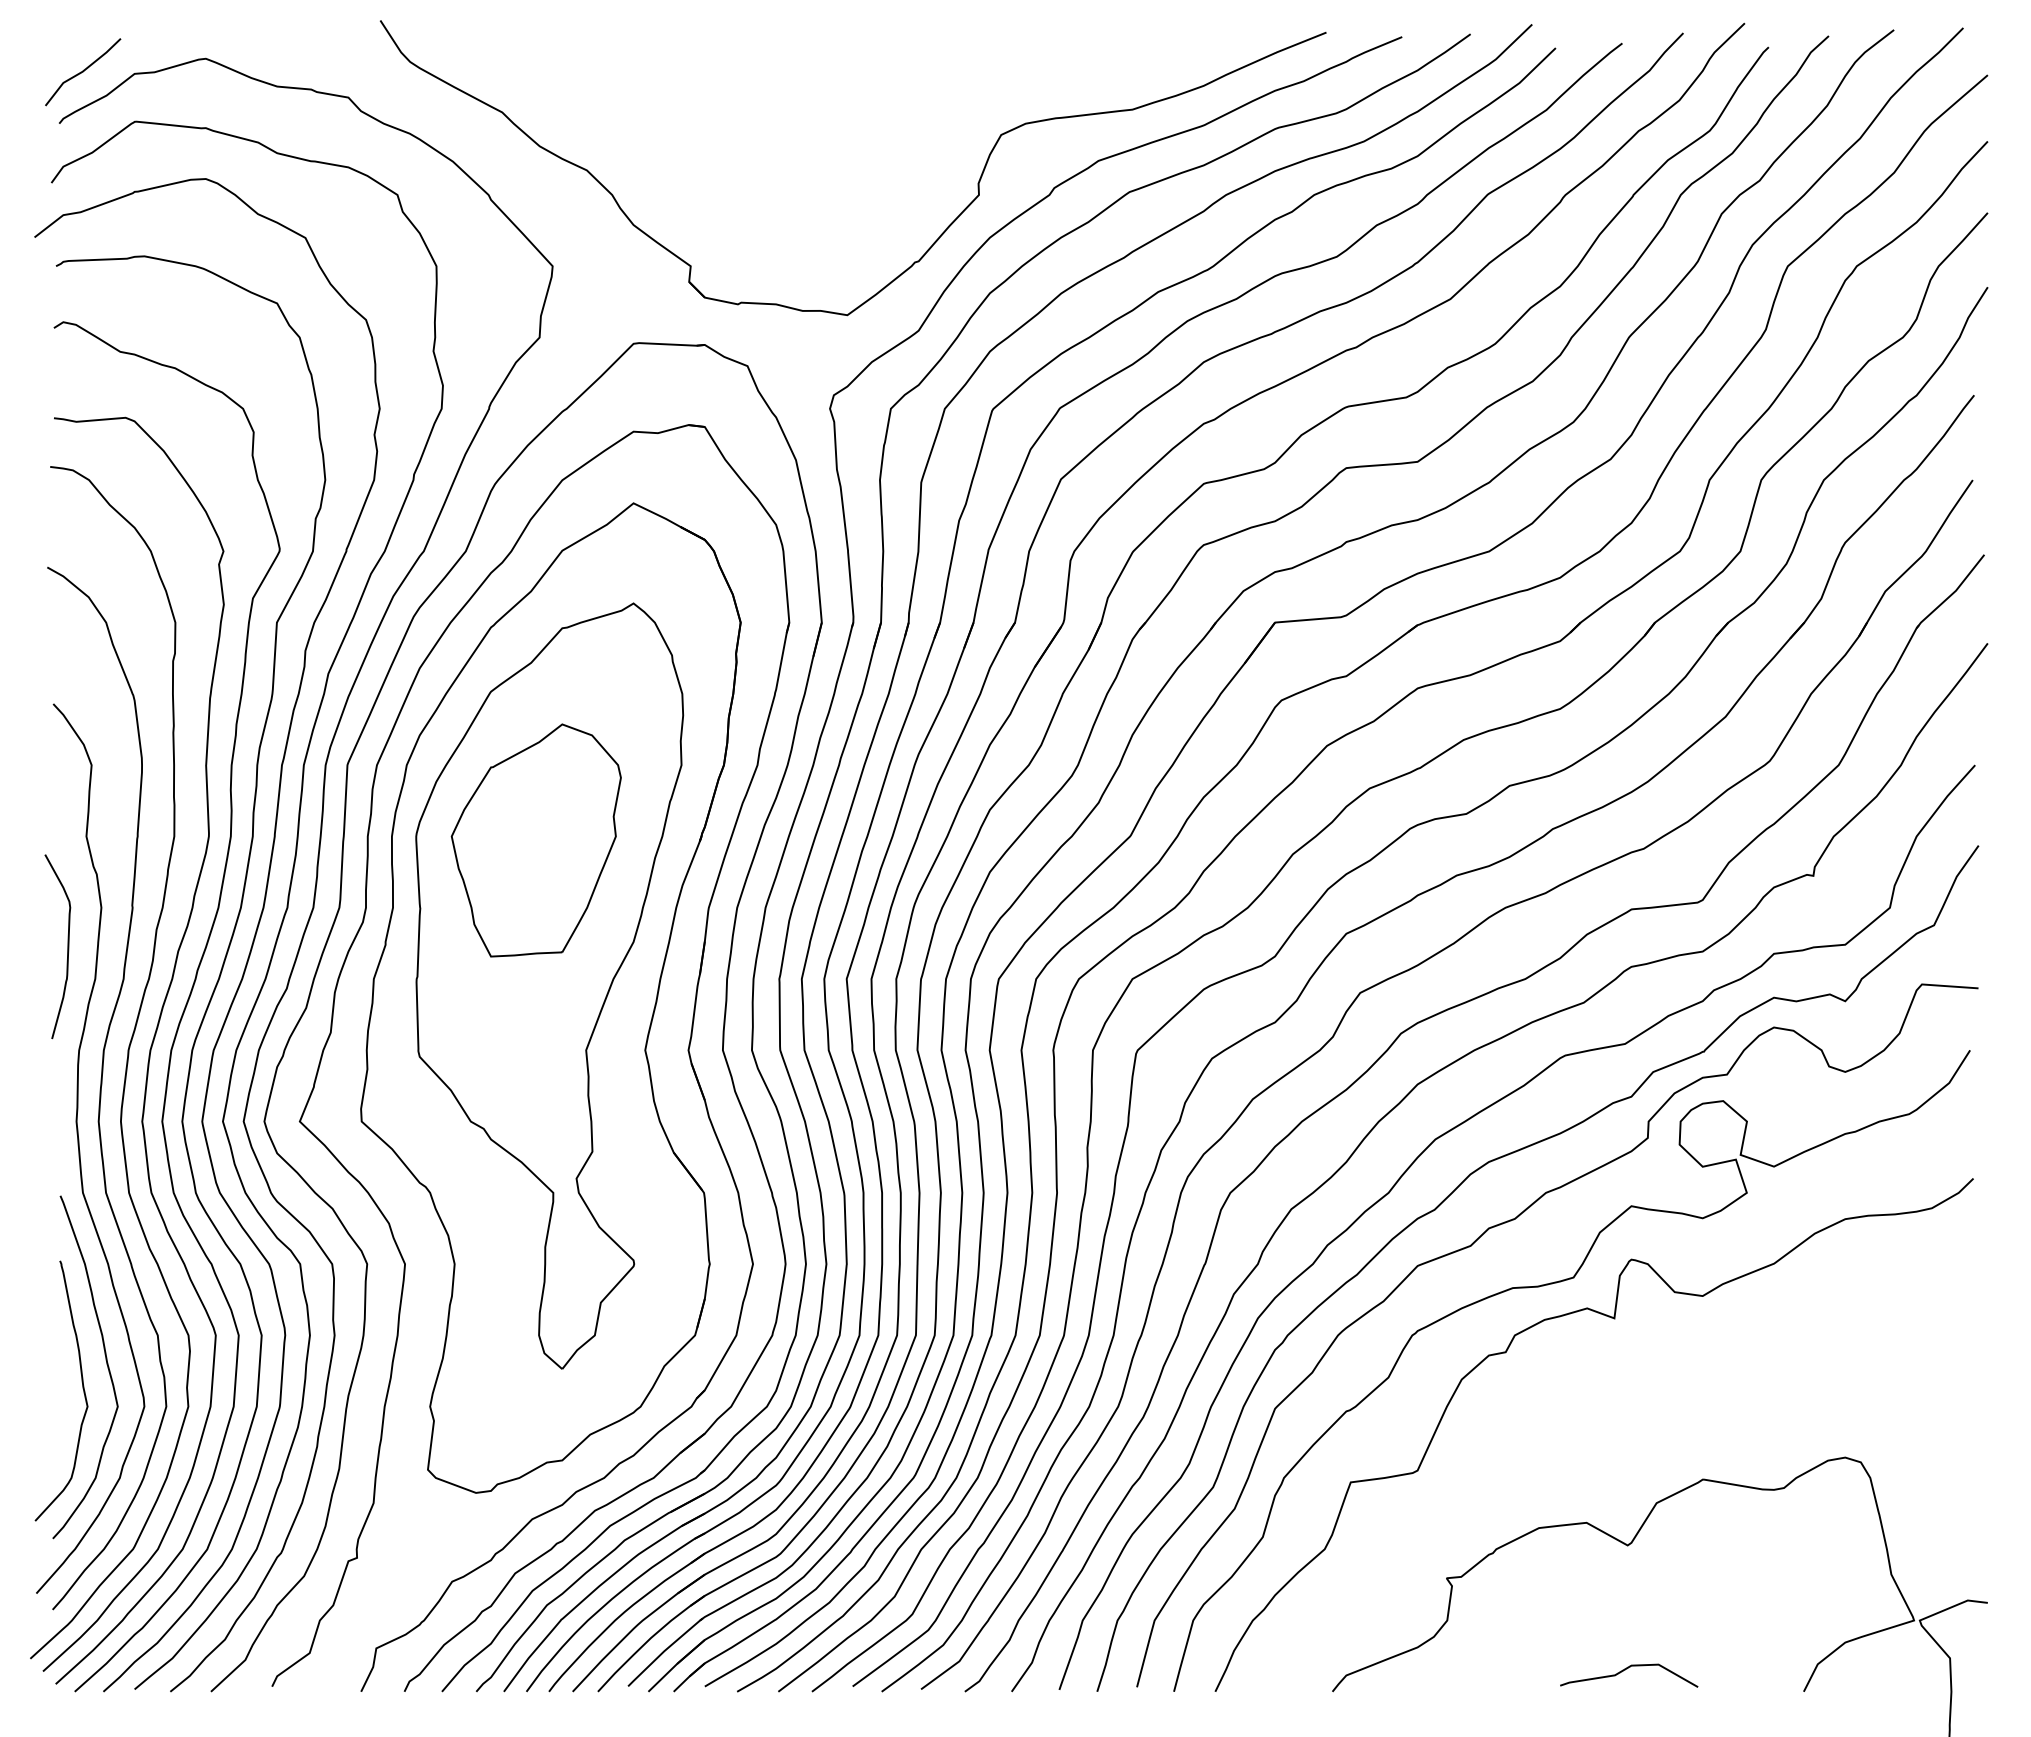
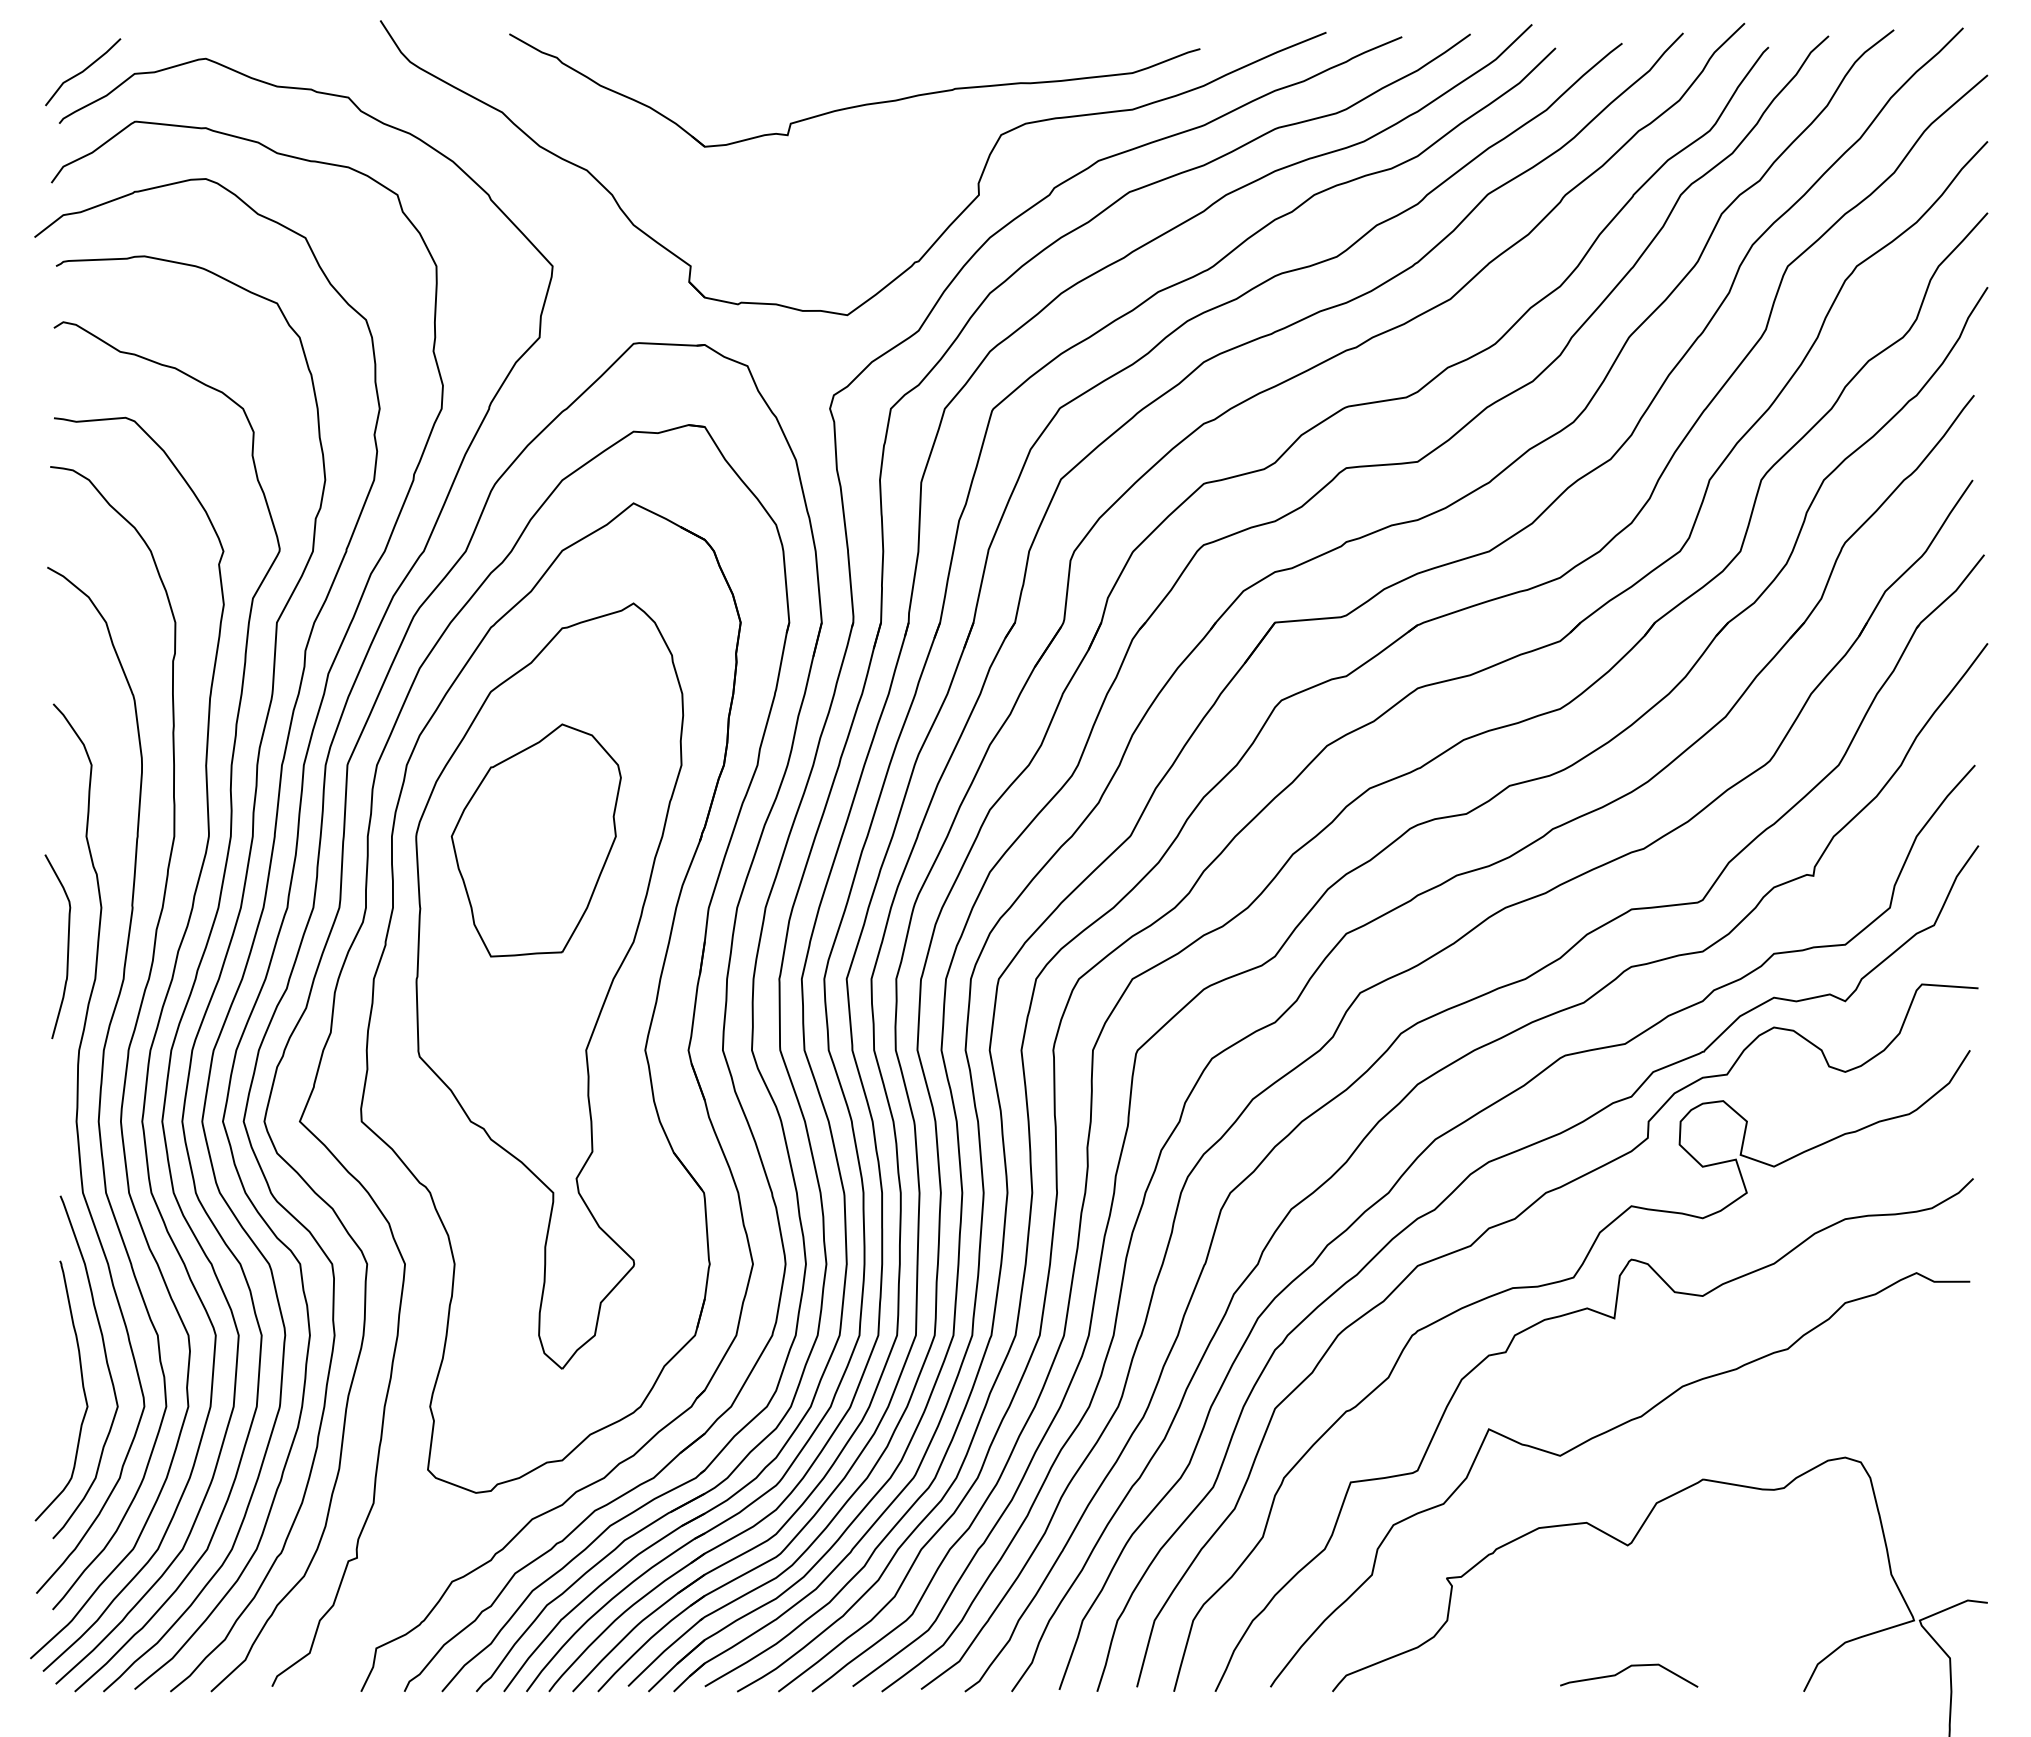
part at (855, 105): none -> present
curve at (1599, 1436): none -> present
